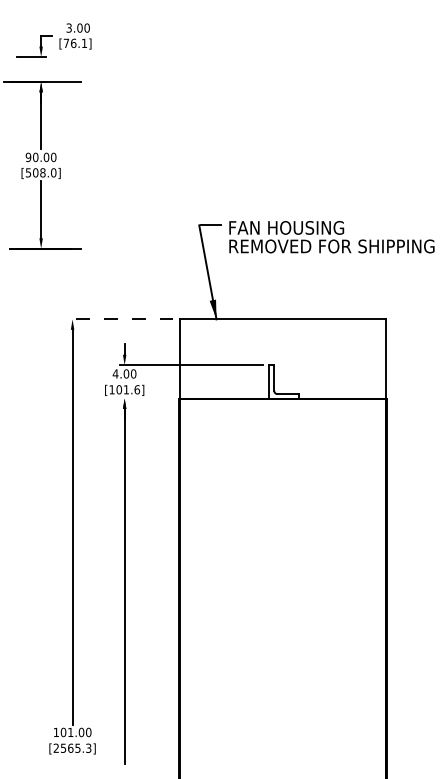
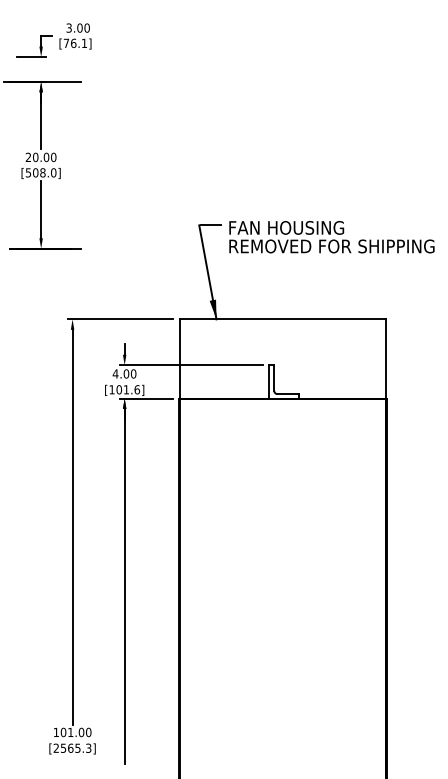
text at (28, 157): 90.00 -> 20.00
line at (120, 319): dashed -> solid
line at (146, 398): none -> present
